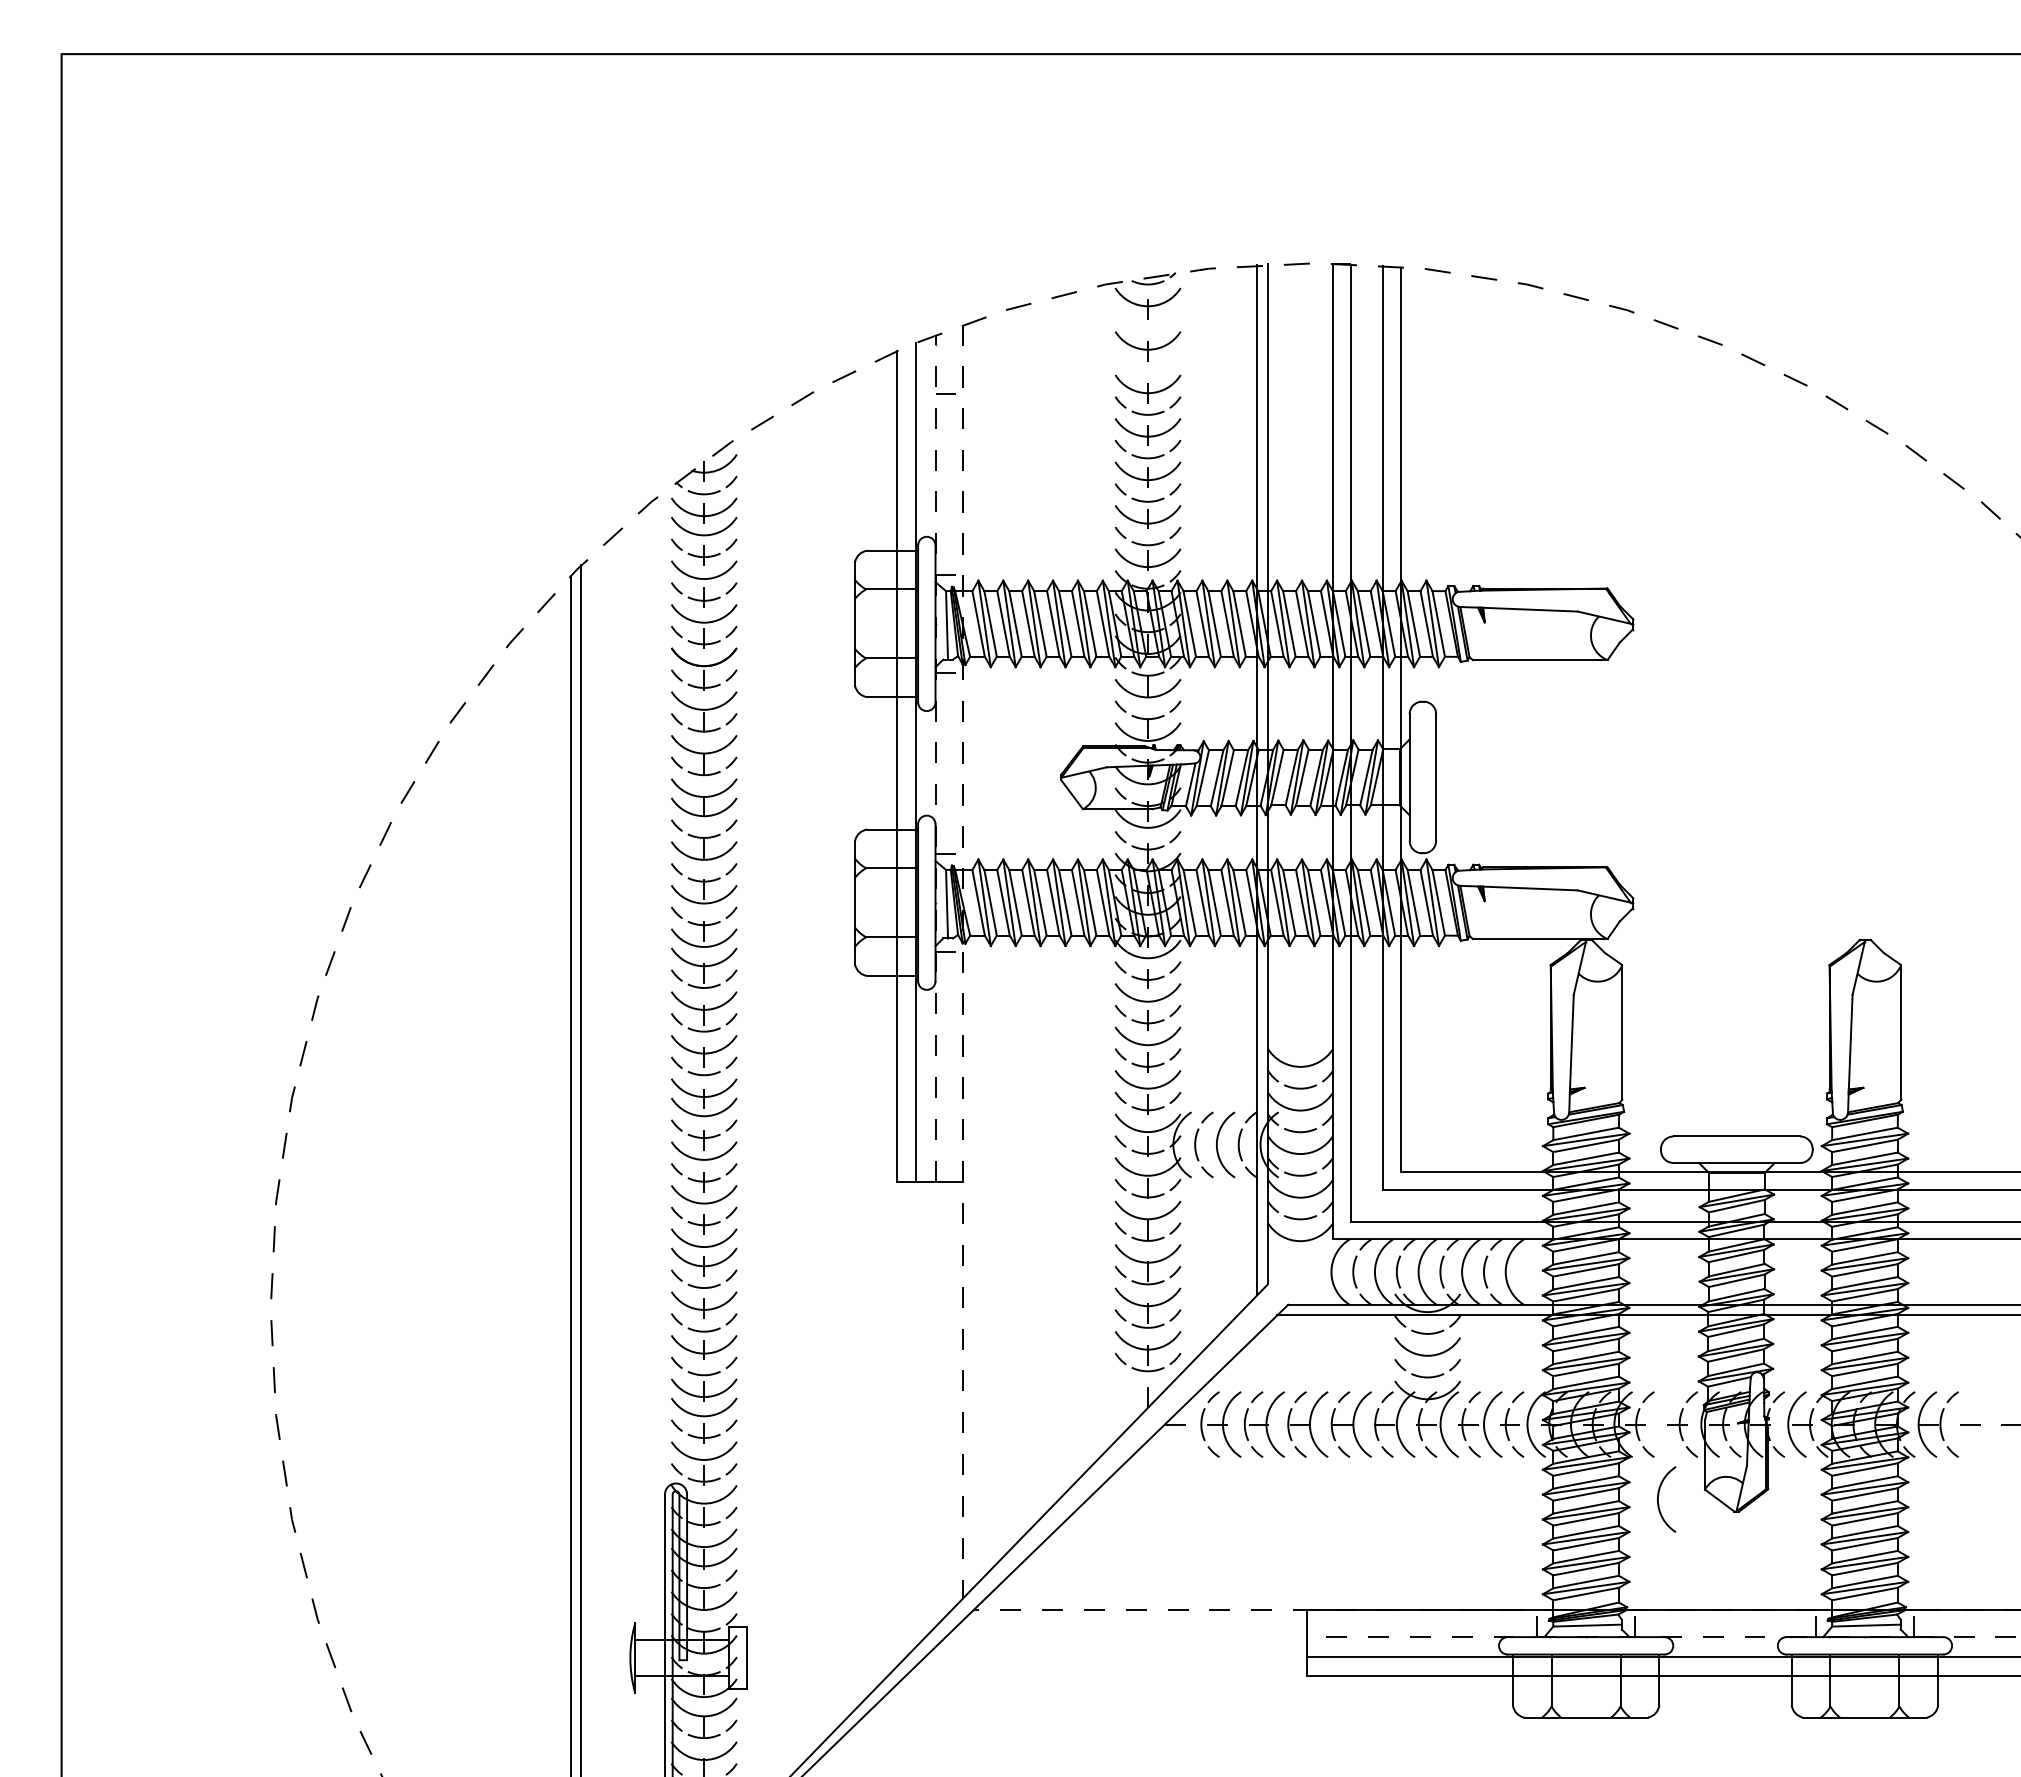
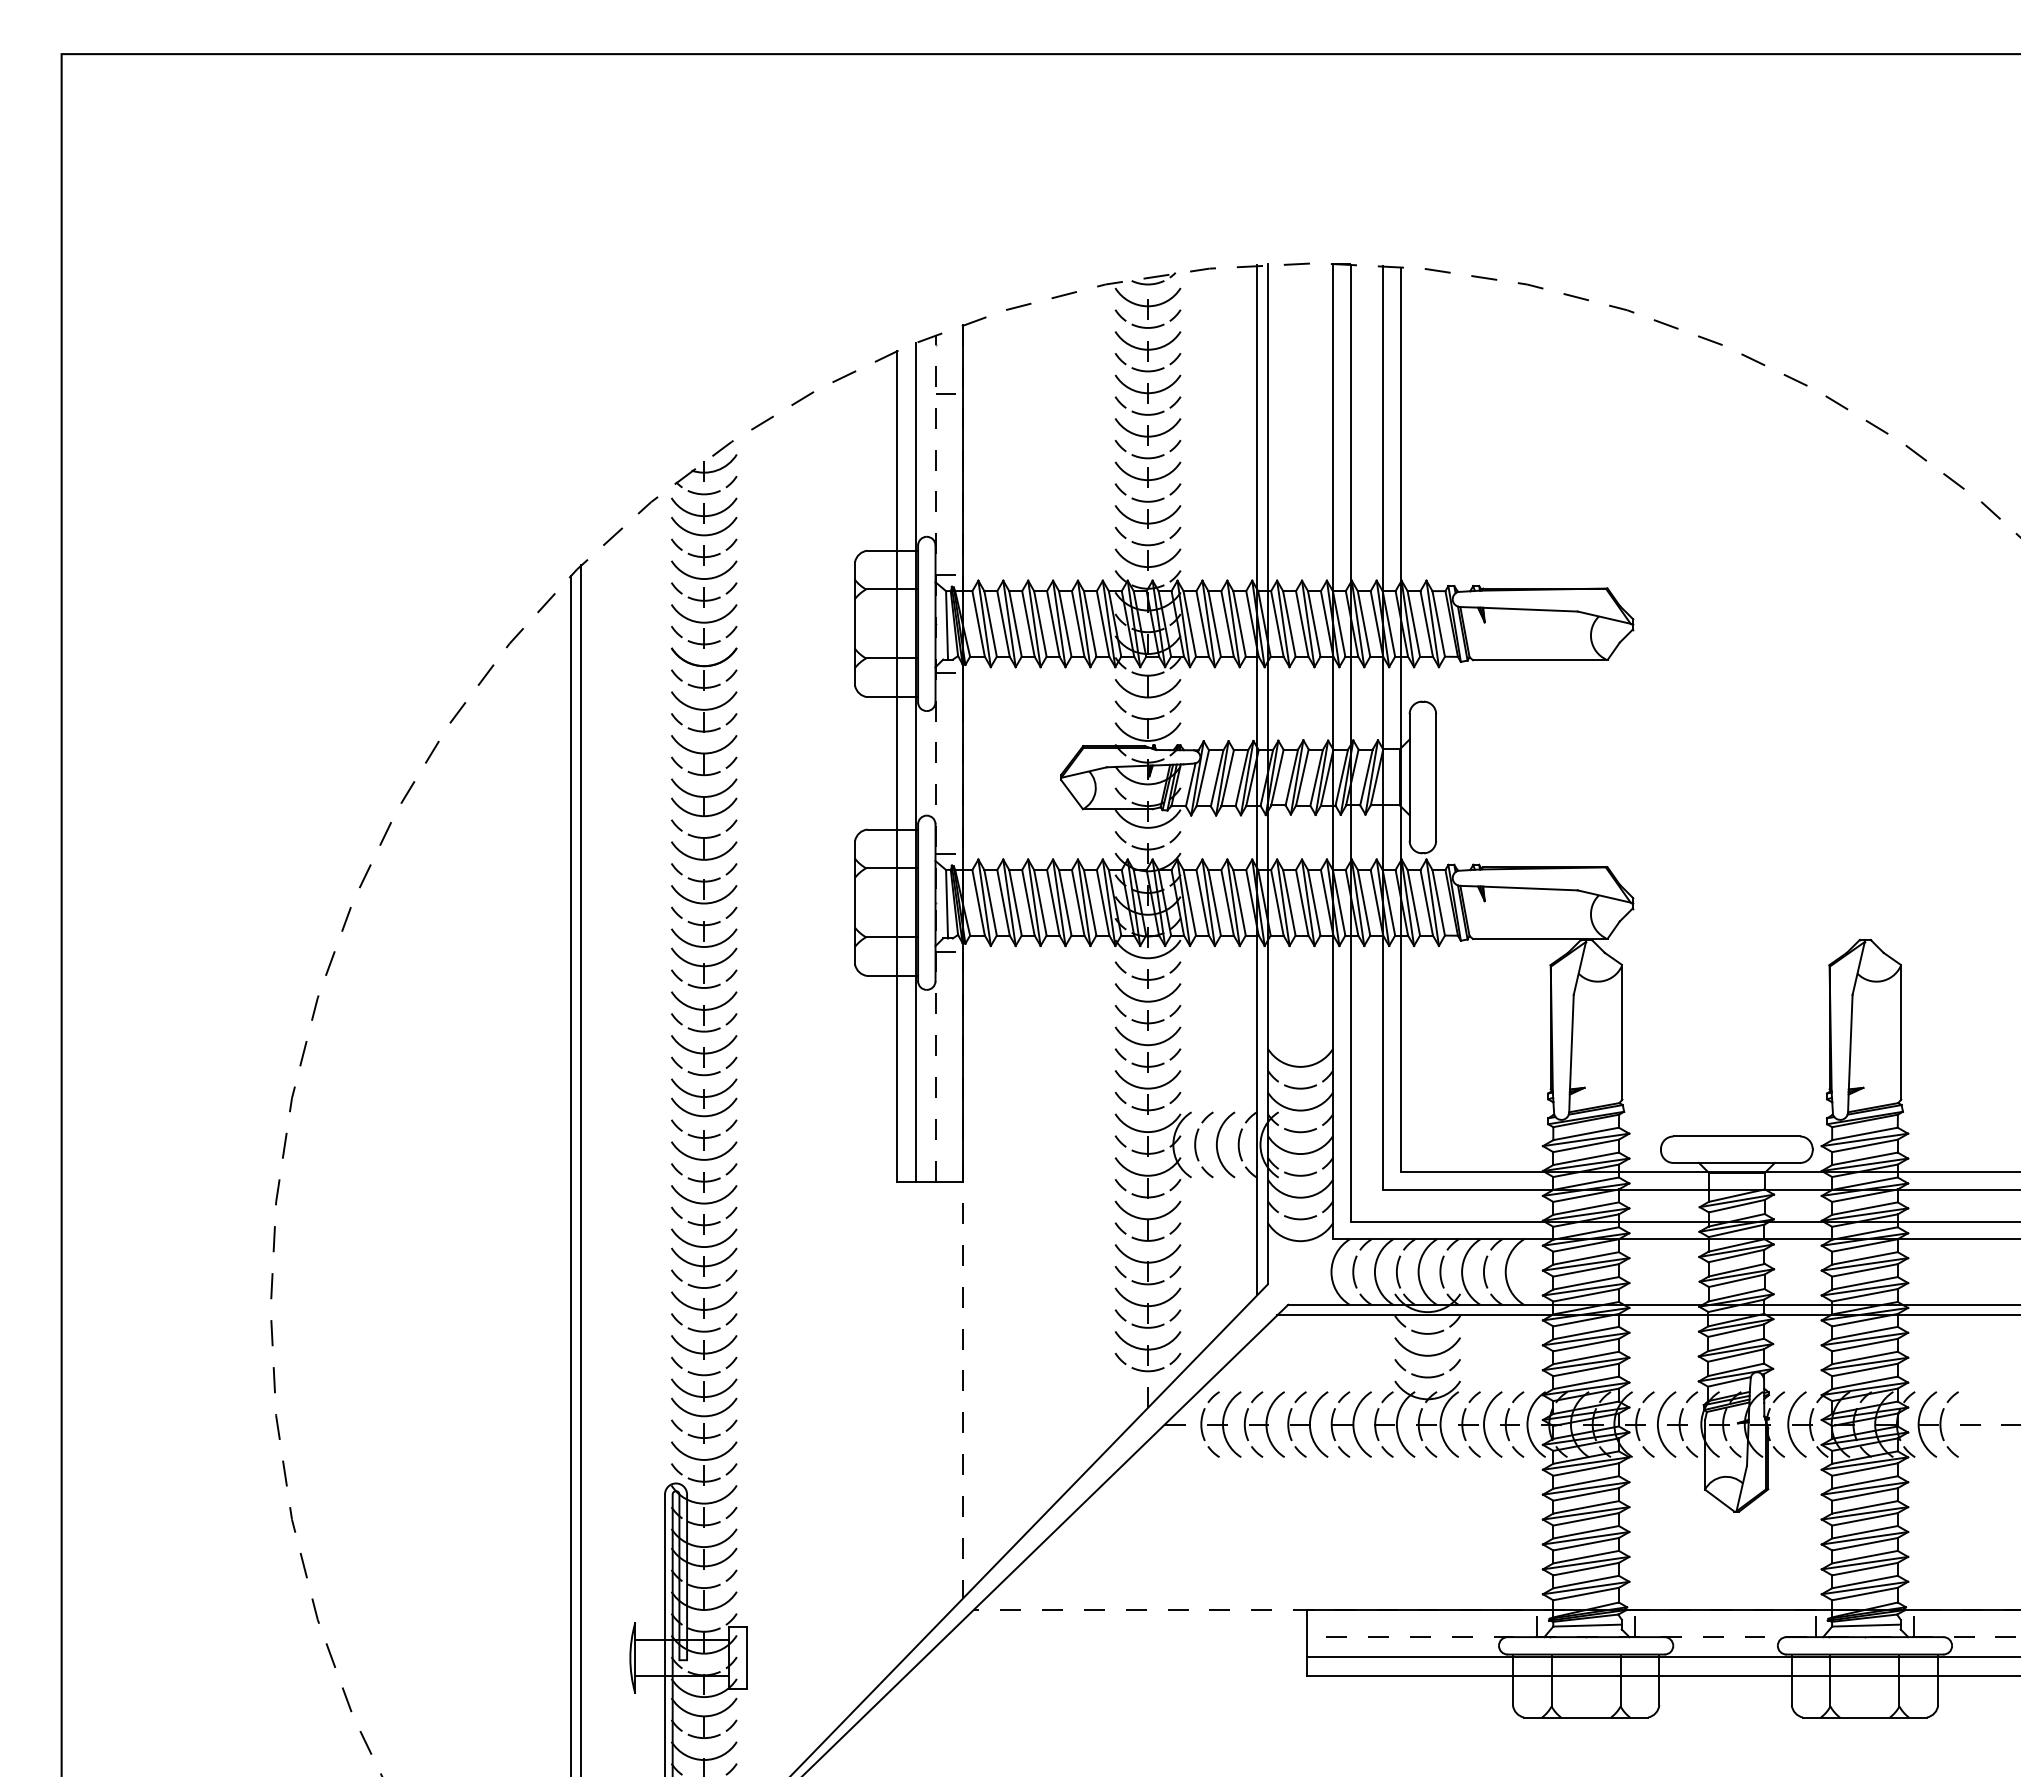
part at (1144, 326): none -> present
part at (1147, 370): none -> present
line at (962, 752): dashed -> solid
arc at (1658, 1499) position: (1658, 1499) -> (1658, 1424)
